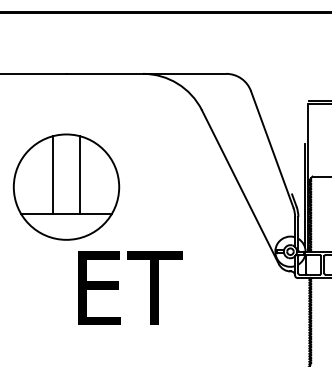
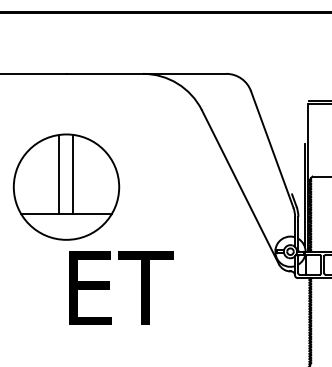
line at (53, 174) position: (53, 174) -> (59, 174)
line at (79, 174) position: (79, 174) -> (72, 174)
text at (130, 287) position: (130, 287) -> (121, 287)
